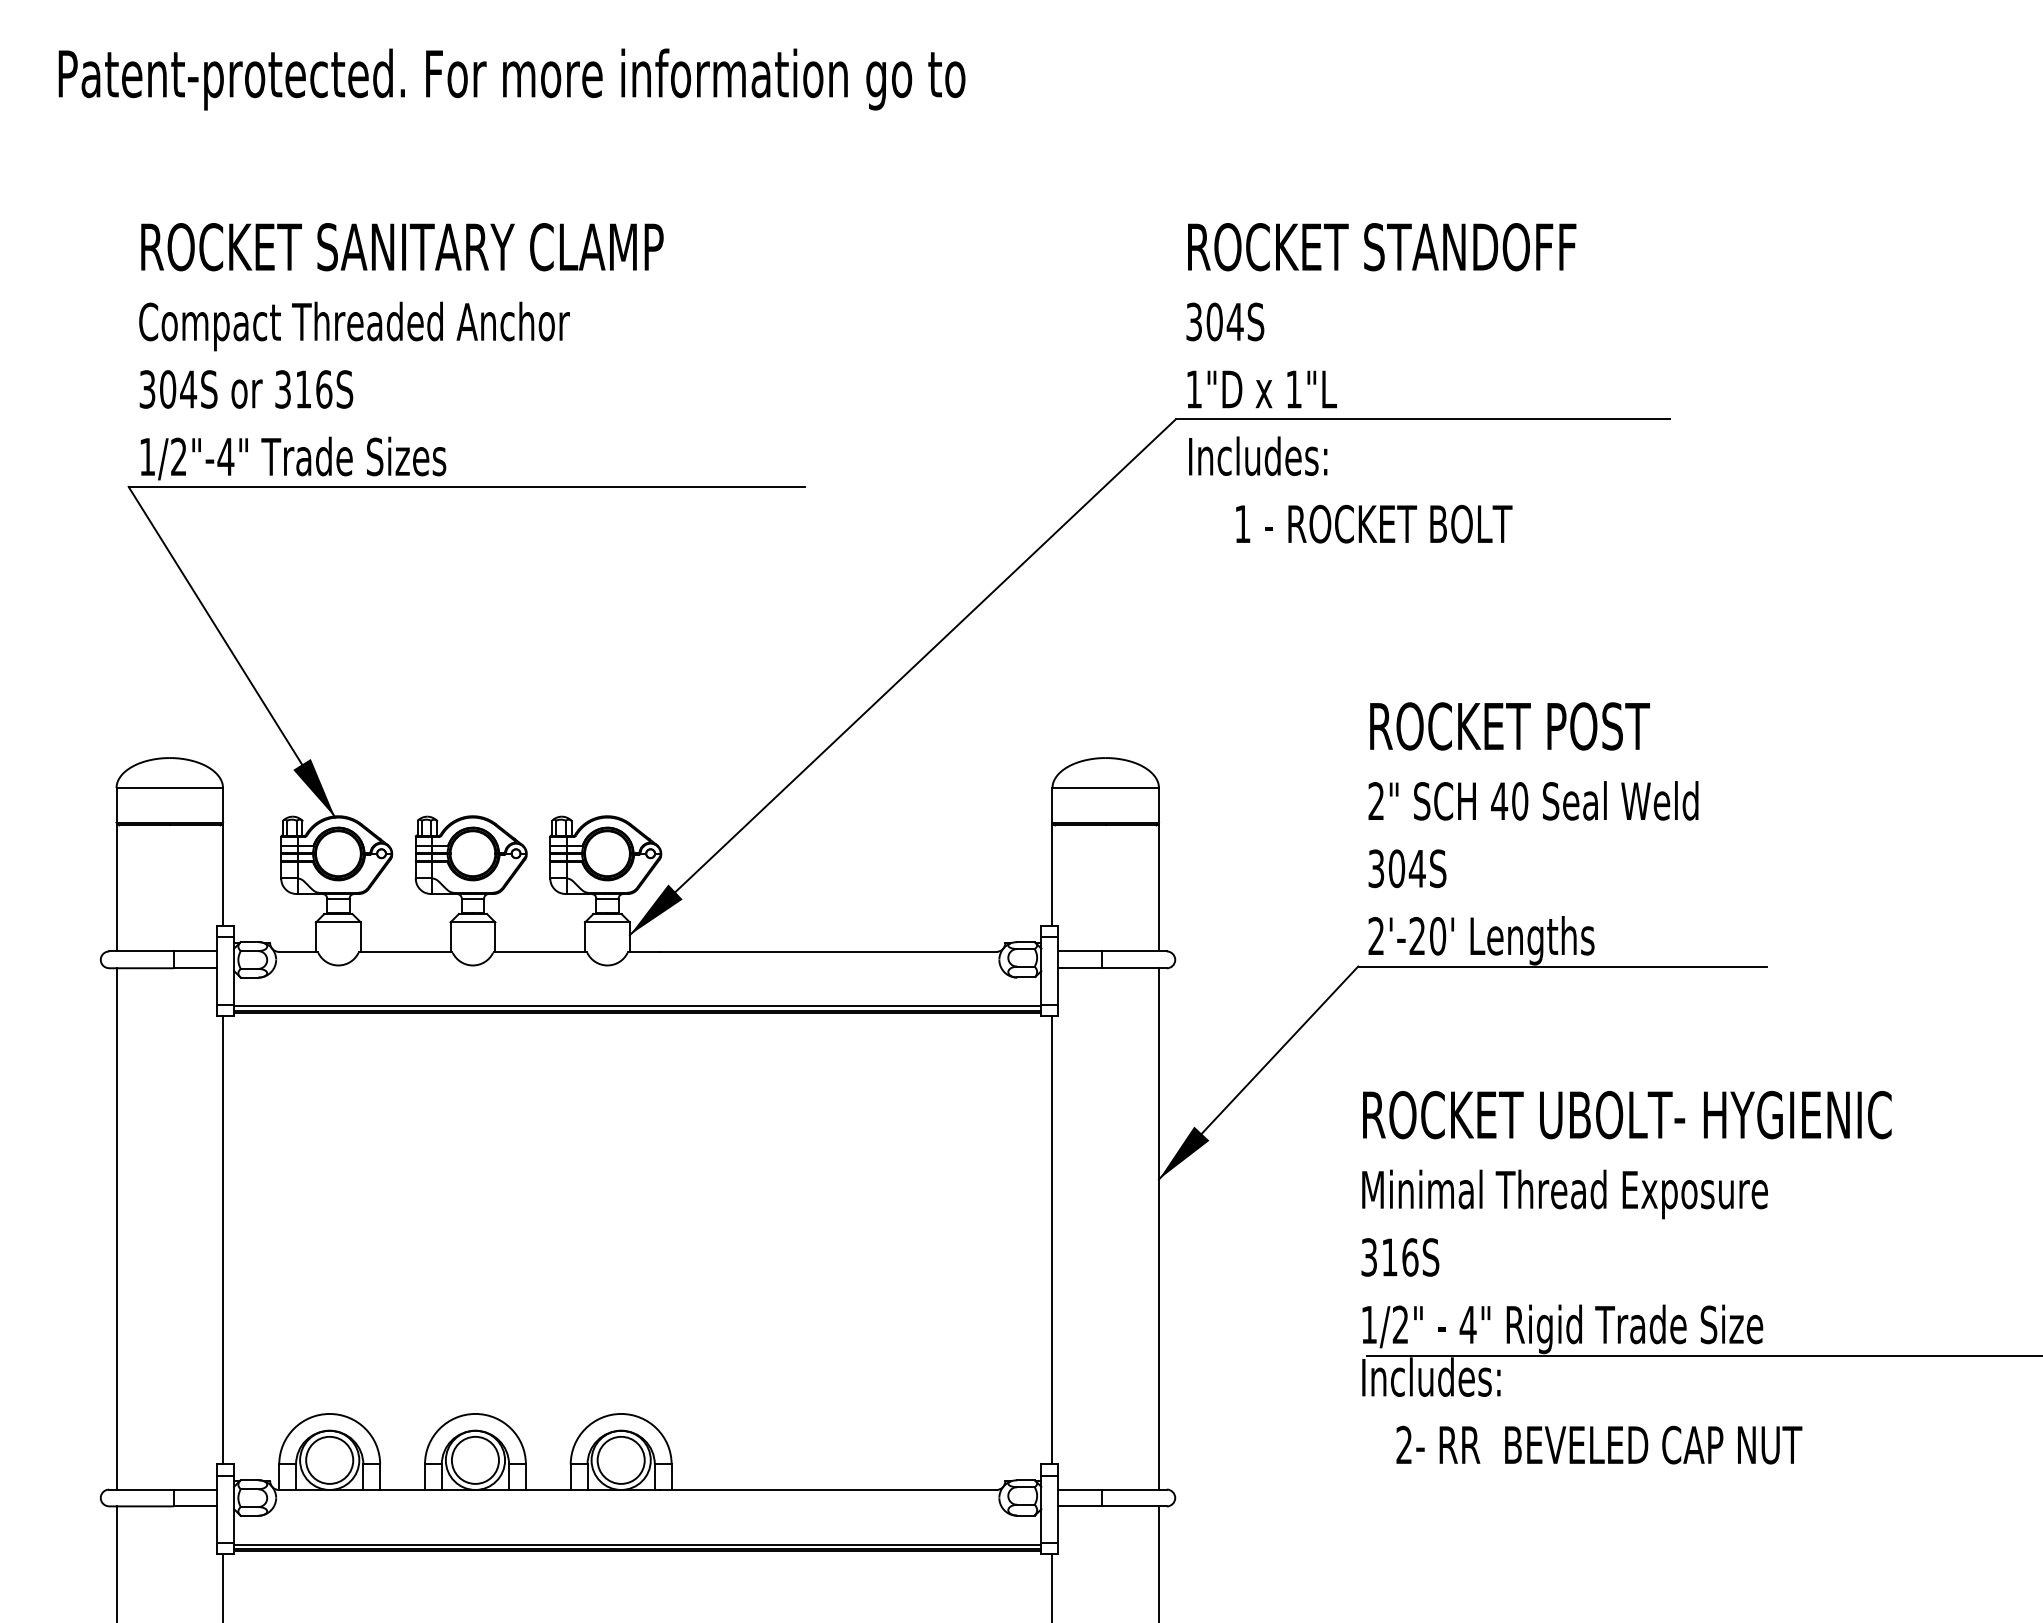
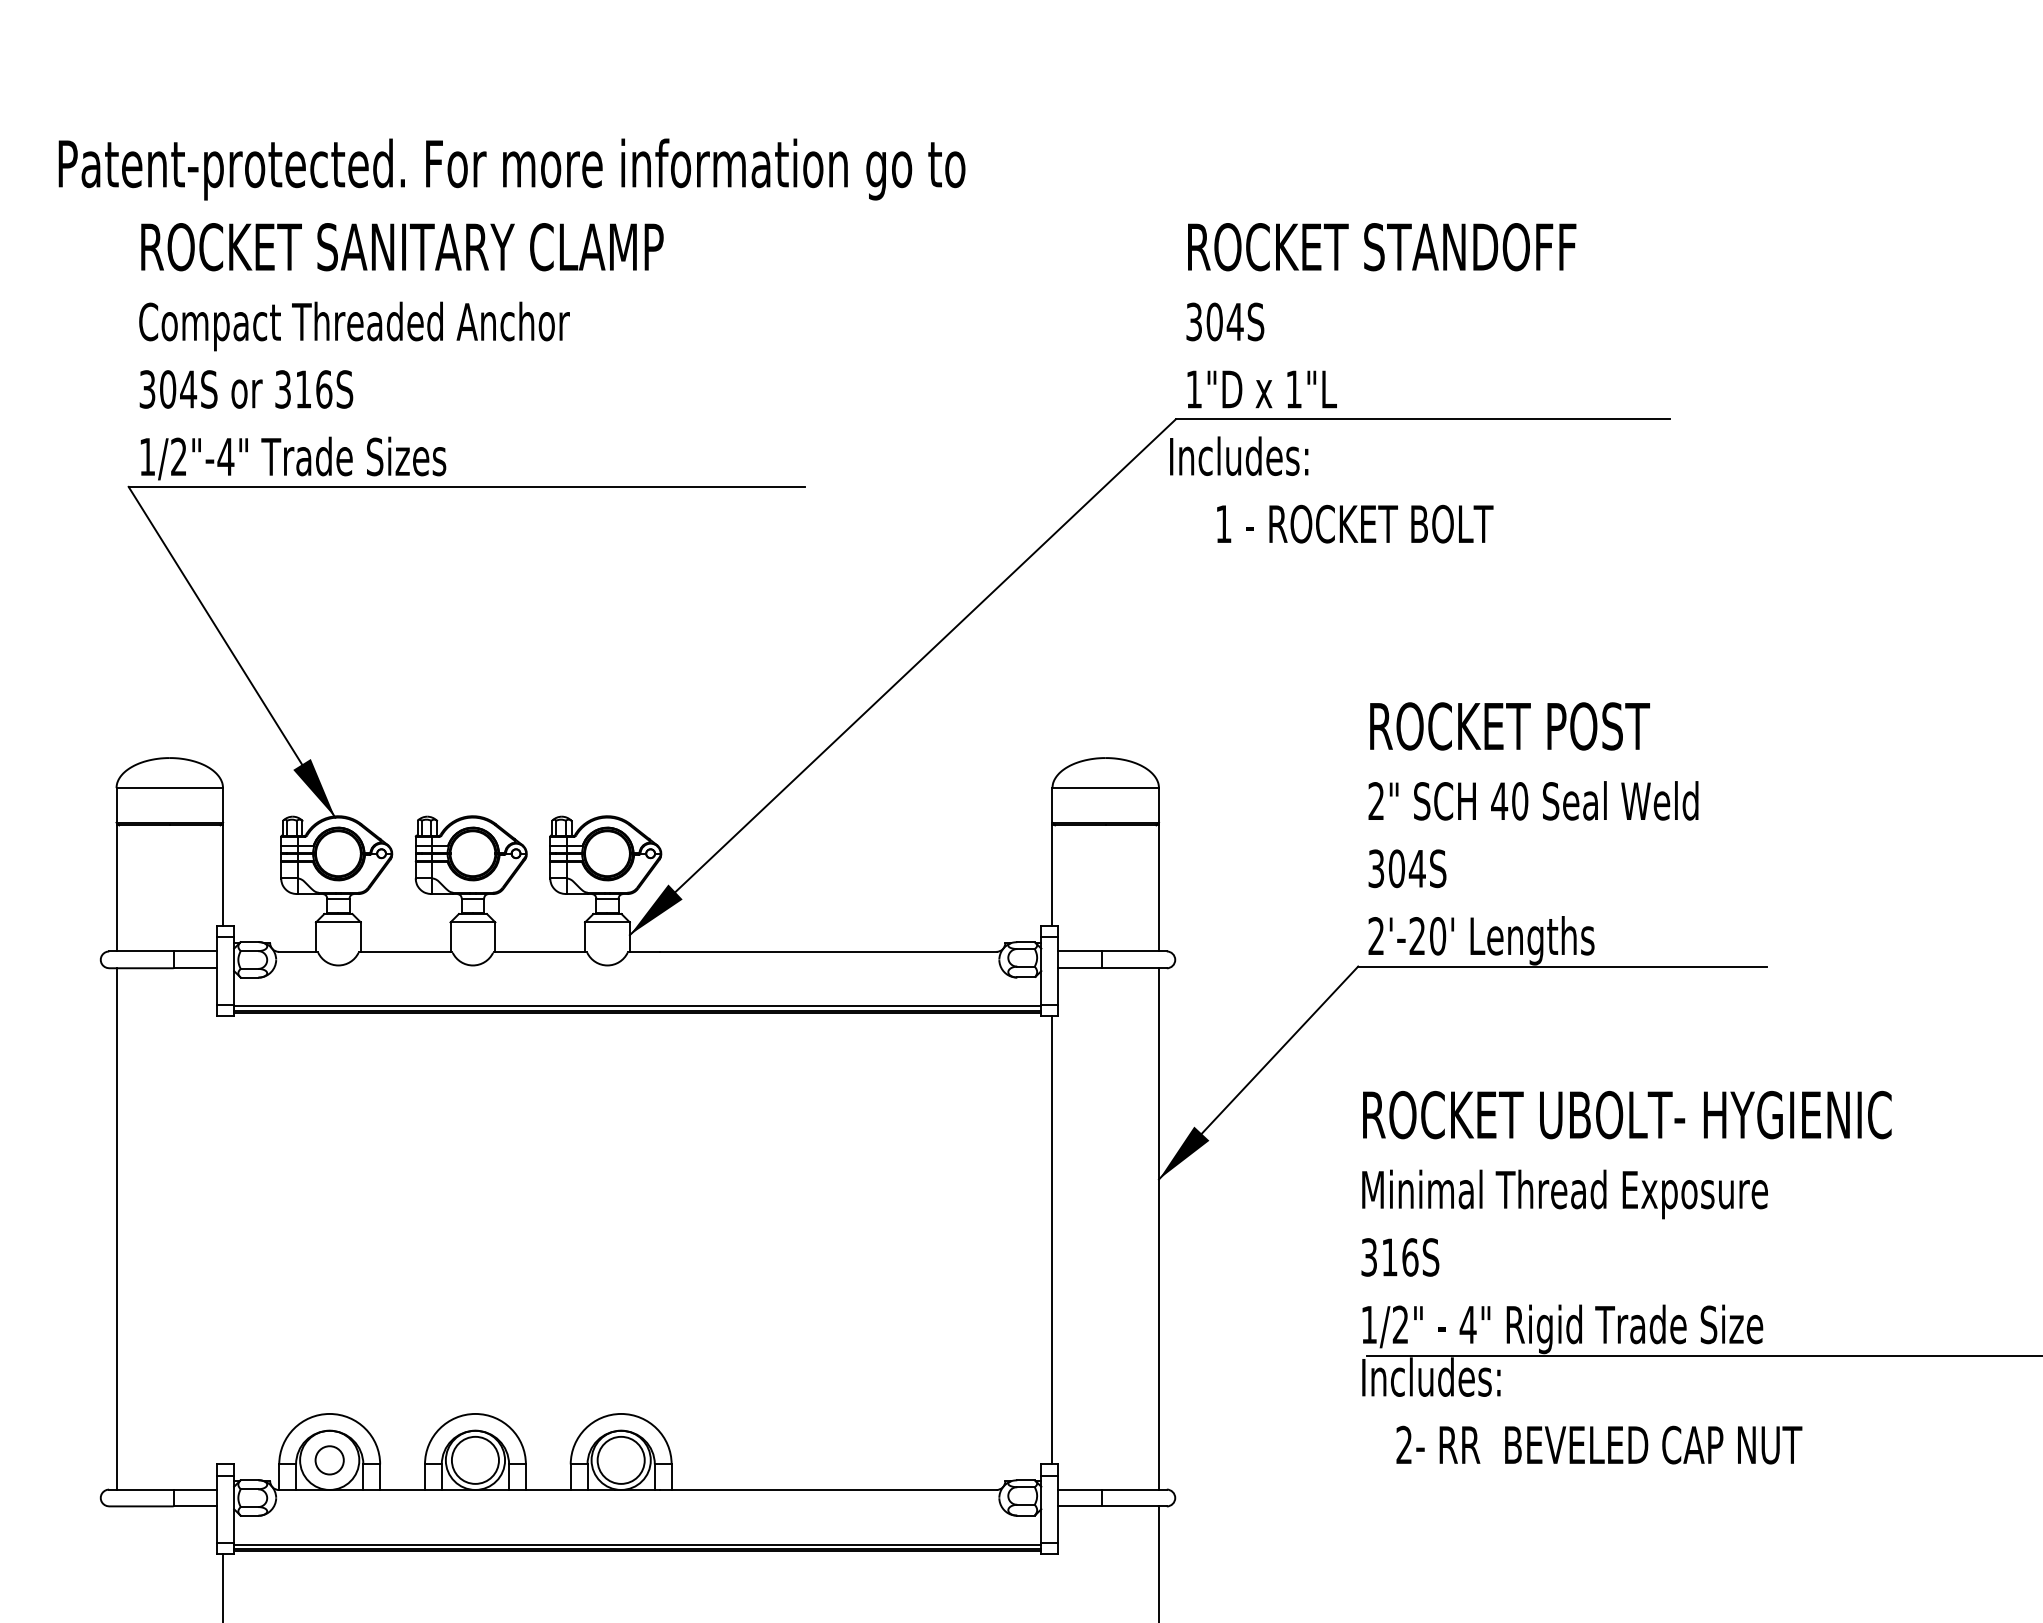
text at (511, 79) position: (511, 79) -> (511, 169)
text at (1350, 489) position: (1350, 489) -> (1331, 489)
line at (223, 1239): present -> none
circle at (329, 1459) diameter: 47 px -> 28 px
line at (116, 1562): present -> none
line at (1052, 1586): present -> none
